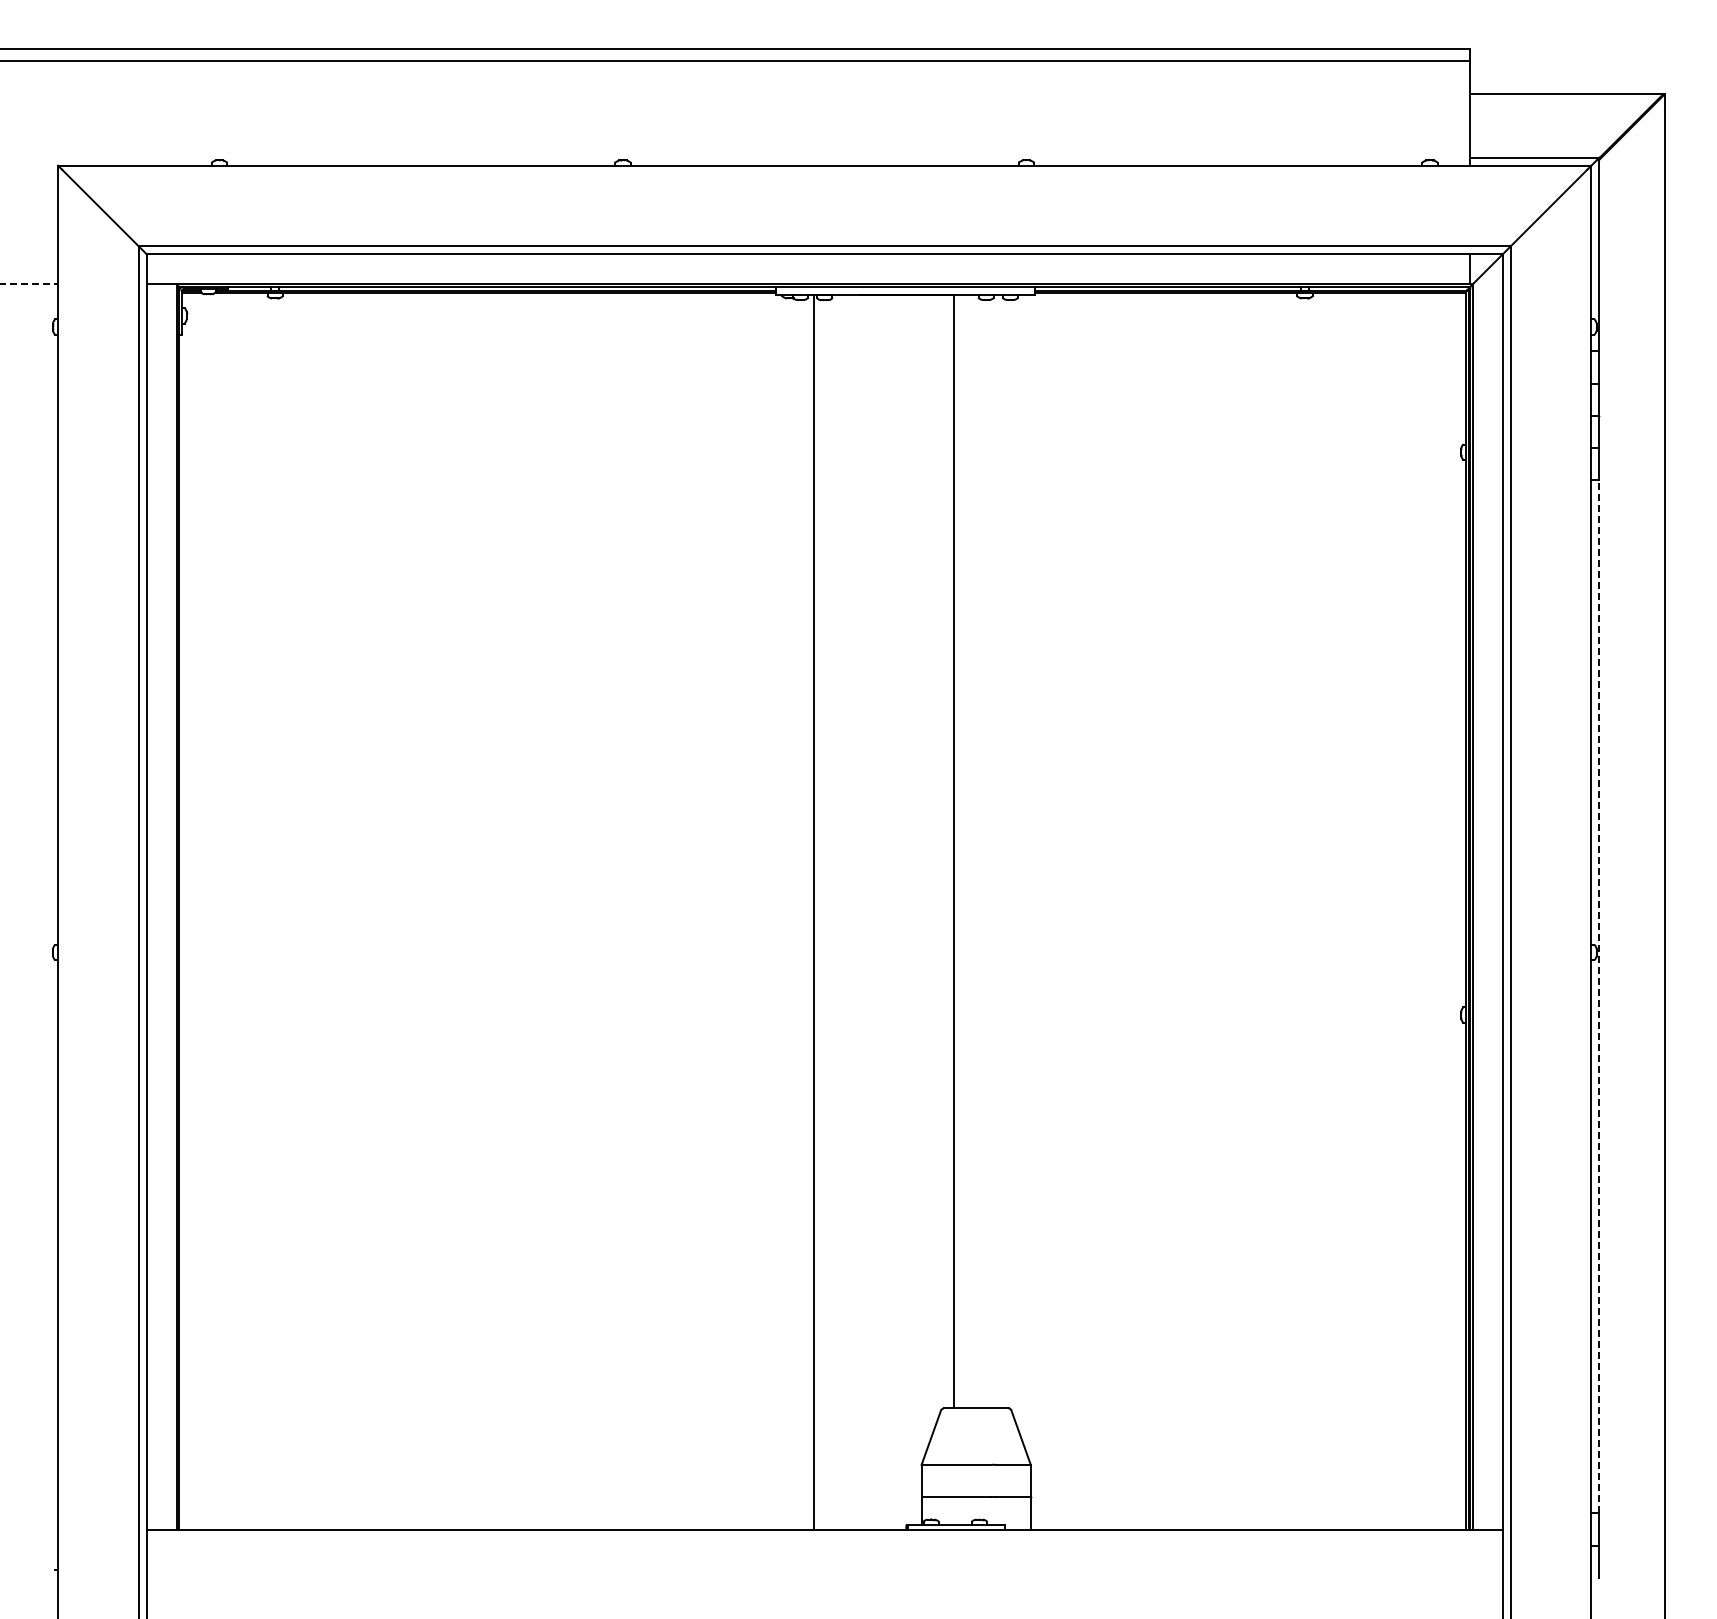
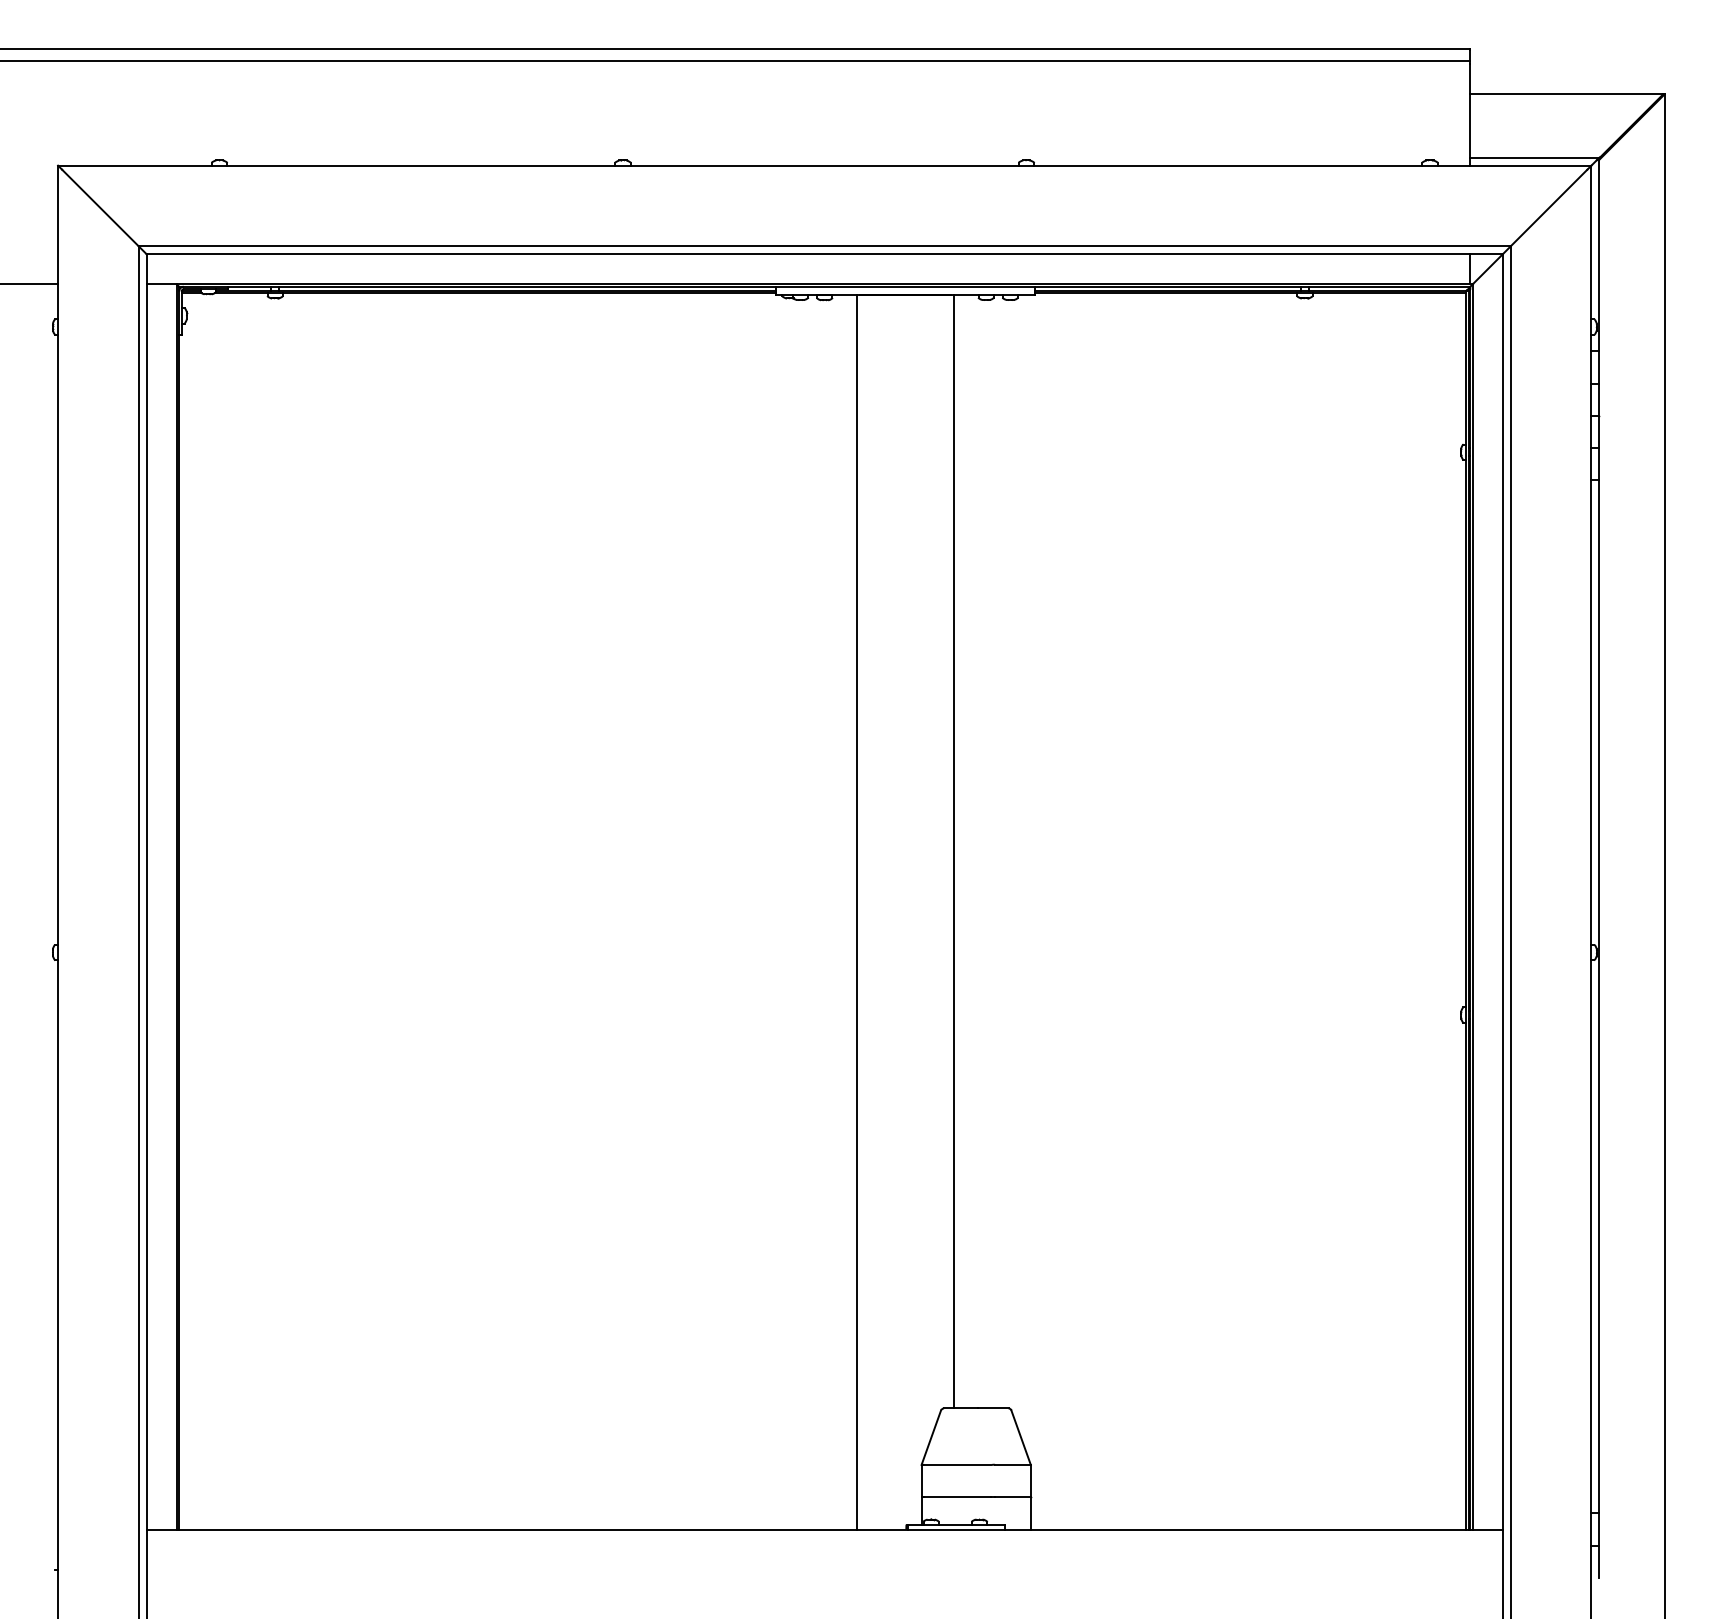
line at (29, 284): dashed -> solid
line at (814, 911) position: (814, 911) -> (857, 911)
line at (1599, 996): dashed -> solid
